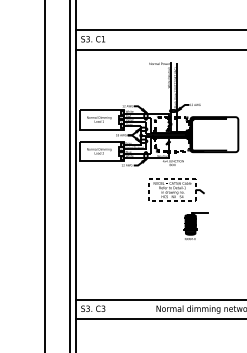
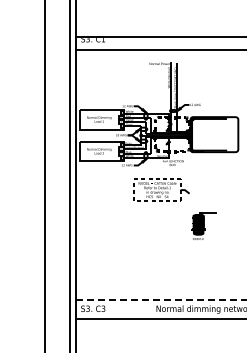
line at (159, 30) position: (159, 30) -> (159, 37)
part at (176, 189) position: (176, 189) -> (161, 189)
part at (195, 225) position: (195, 225) -> (203, 225)
line at (161, 299): solid -> dashed
